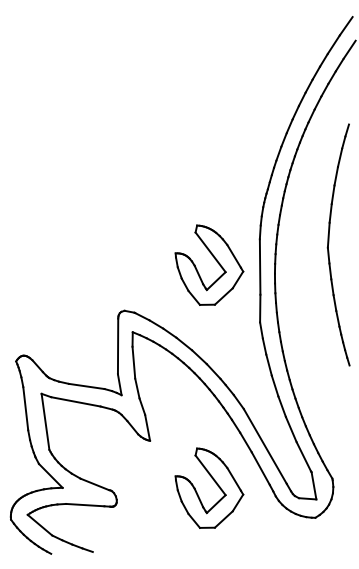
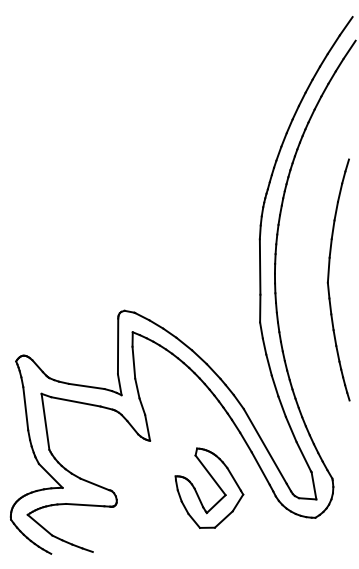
part at (329, 243) position: (329, 243) -> (329, 278)
part at (214, 259): present -> none
